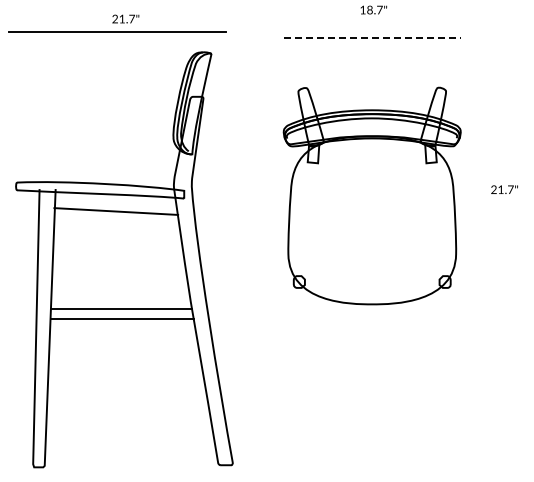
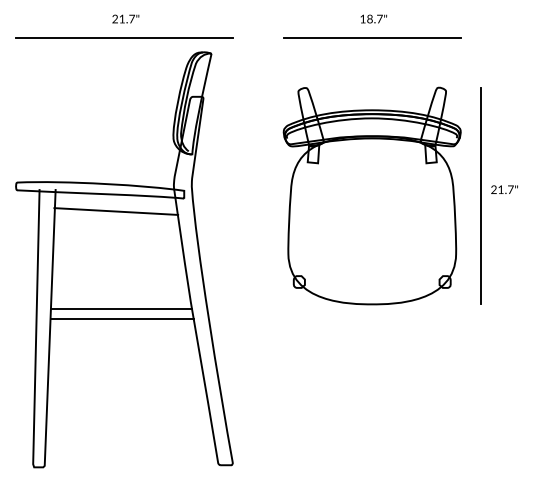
text at (373, 9) position: (373, 9) -> (373, 18)
line at (117, 31) position: (117, 31) -> (124, 37)
line at (372, 37): dashed -> solid
line at (480, 195): none -> present
